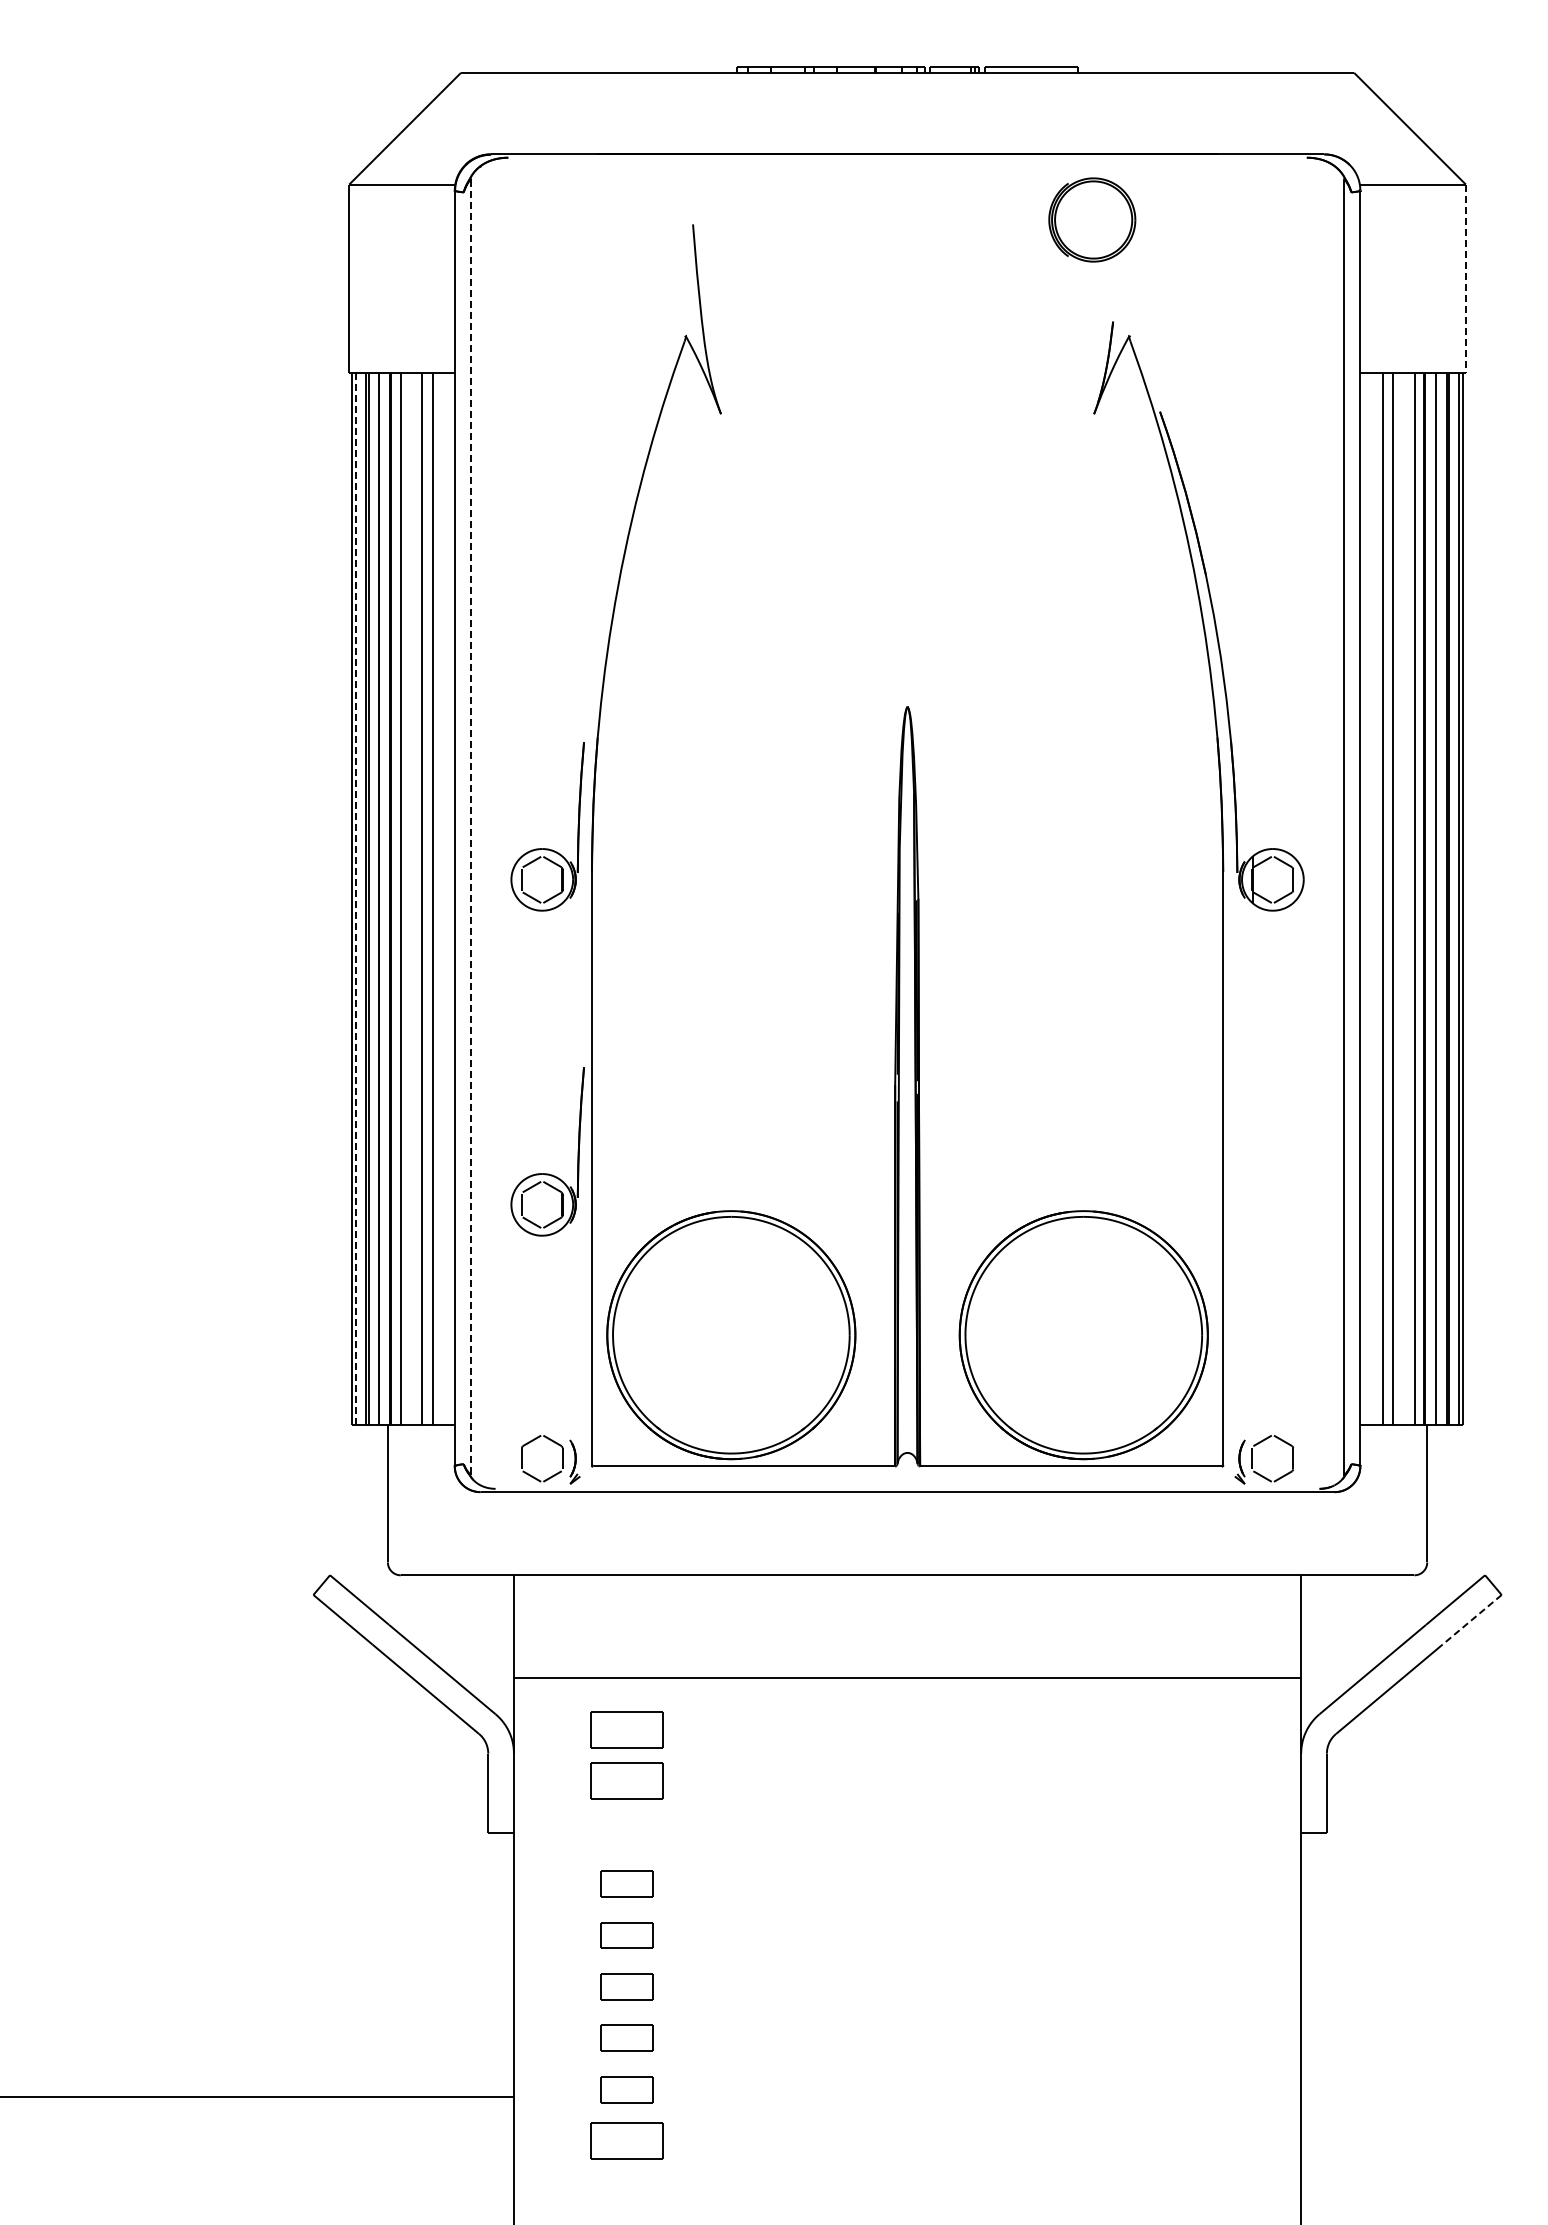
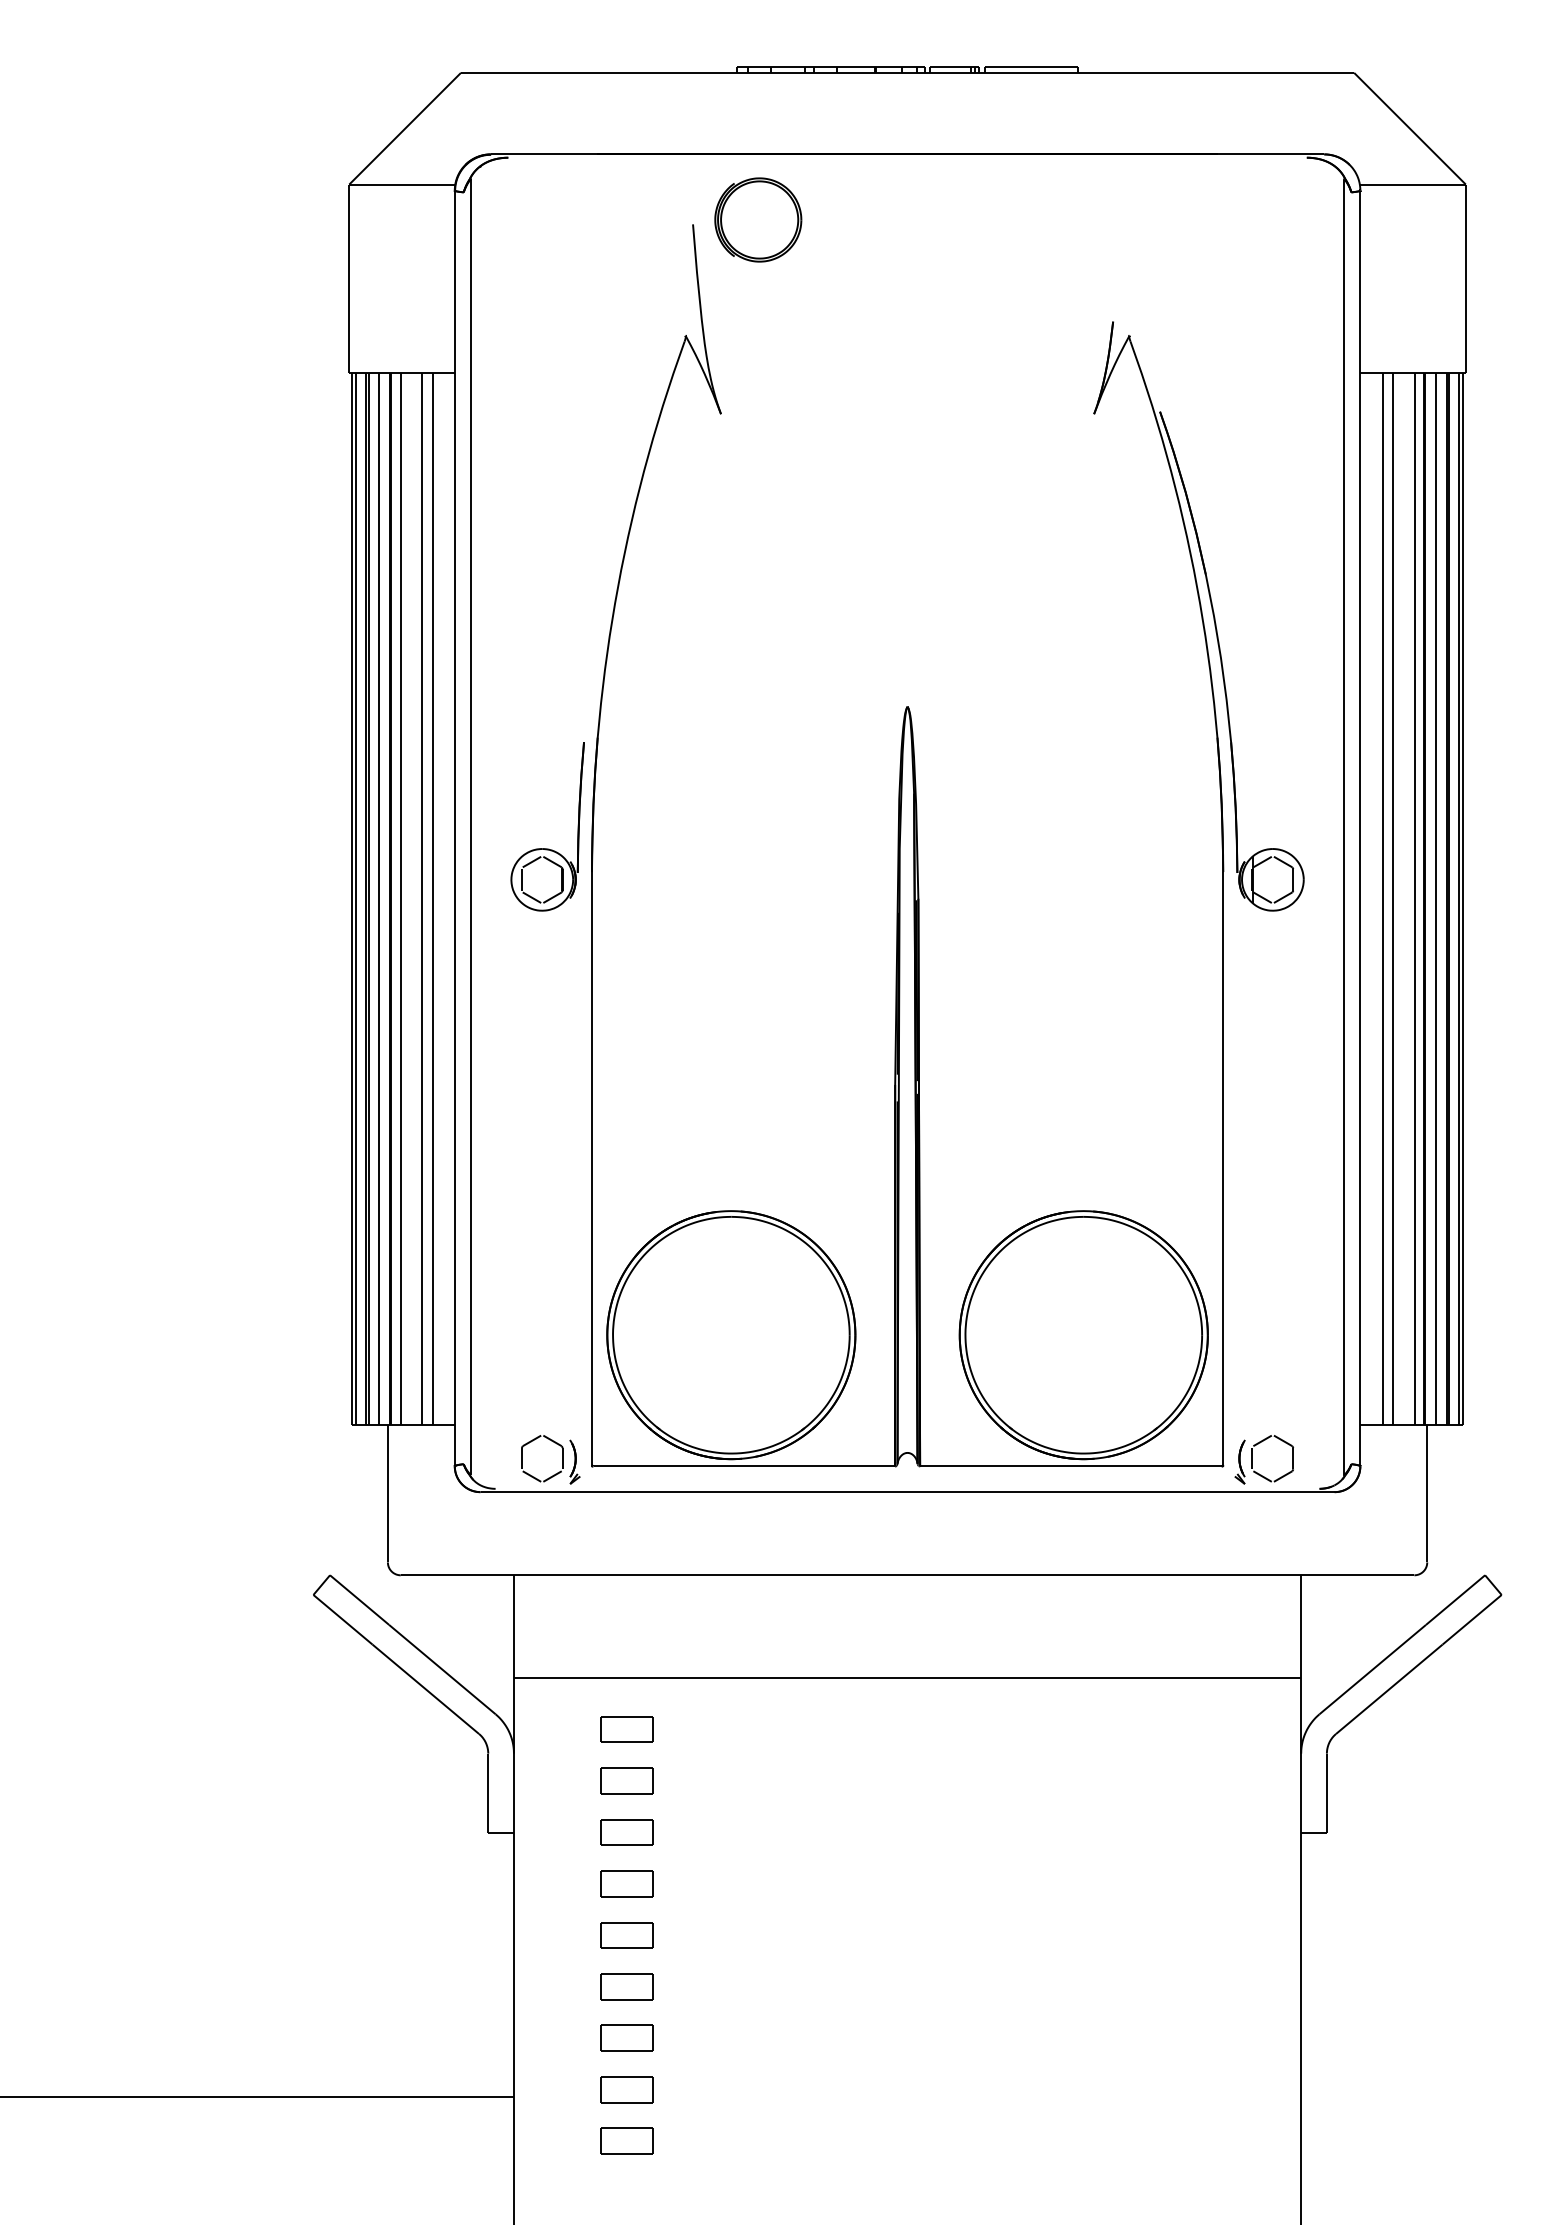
part at (1092, 219) position: (1092, 219) -> (758, 219)
line at (1465, 279): dashed -> solid
line at (470, 827): dashed -> solid
line at (356, 899): dashed -> solid
part at (547, 1173): present -> none
line at (1472, 1619): dashed -> solid
part at (626, 1729) size: 74x38 px -> 54x27 px
part at (626, 1780) size: 74x38 px -> 54x28 px
part at (626, 1832): none -> present
part at (626, 2140) size: 74x38 px -> 54x28 px
